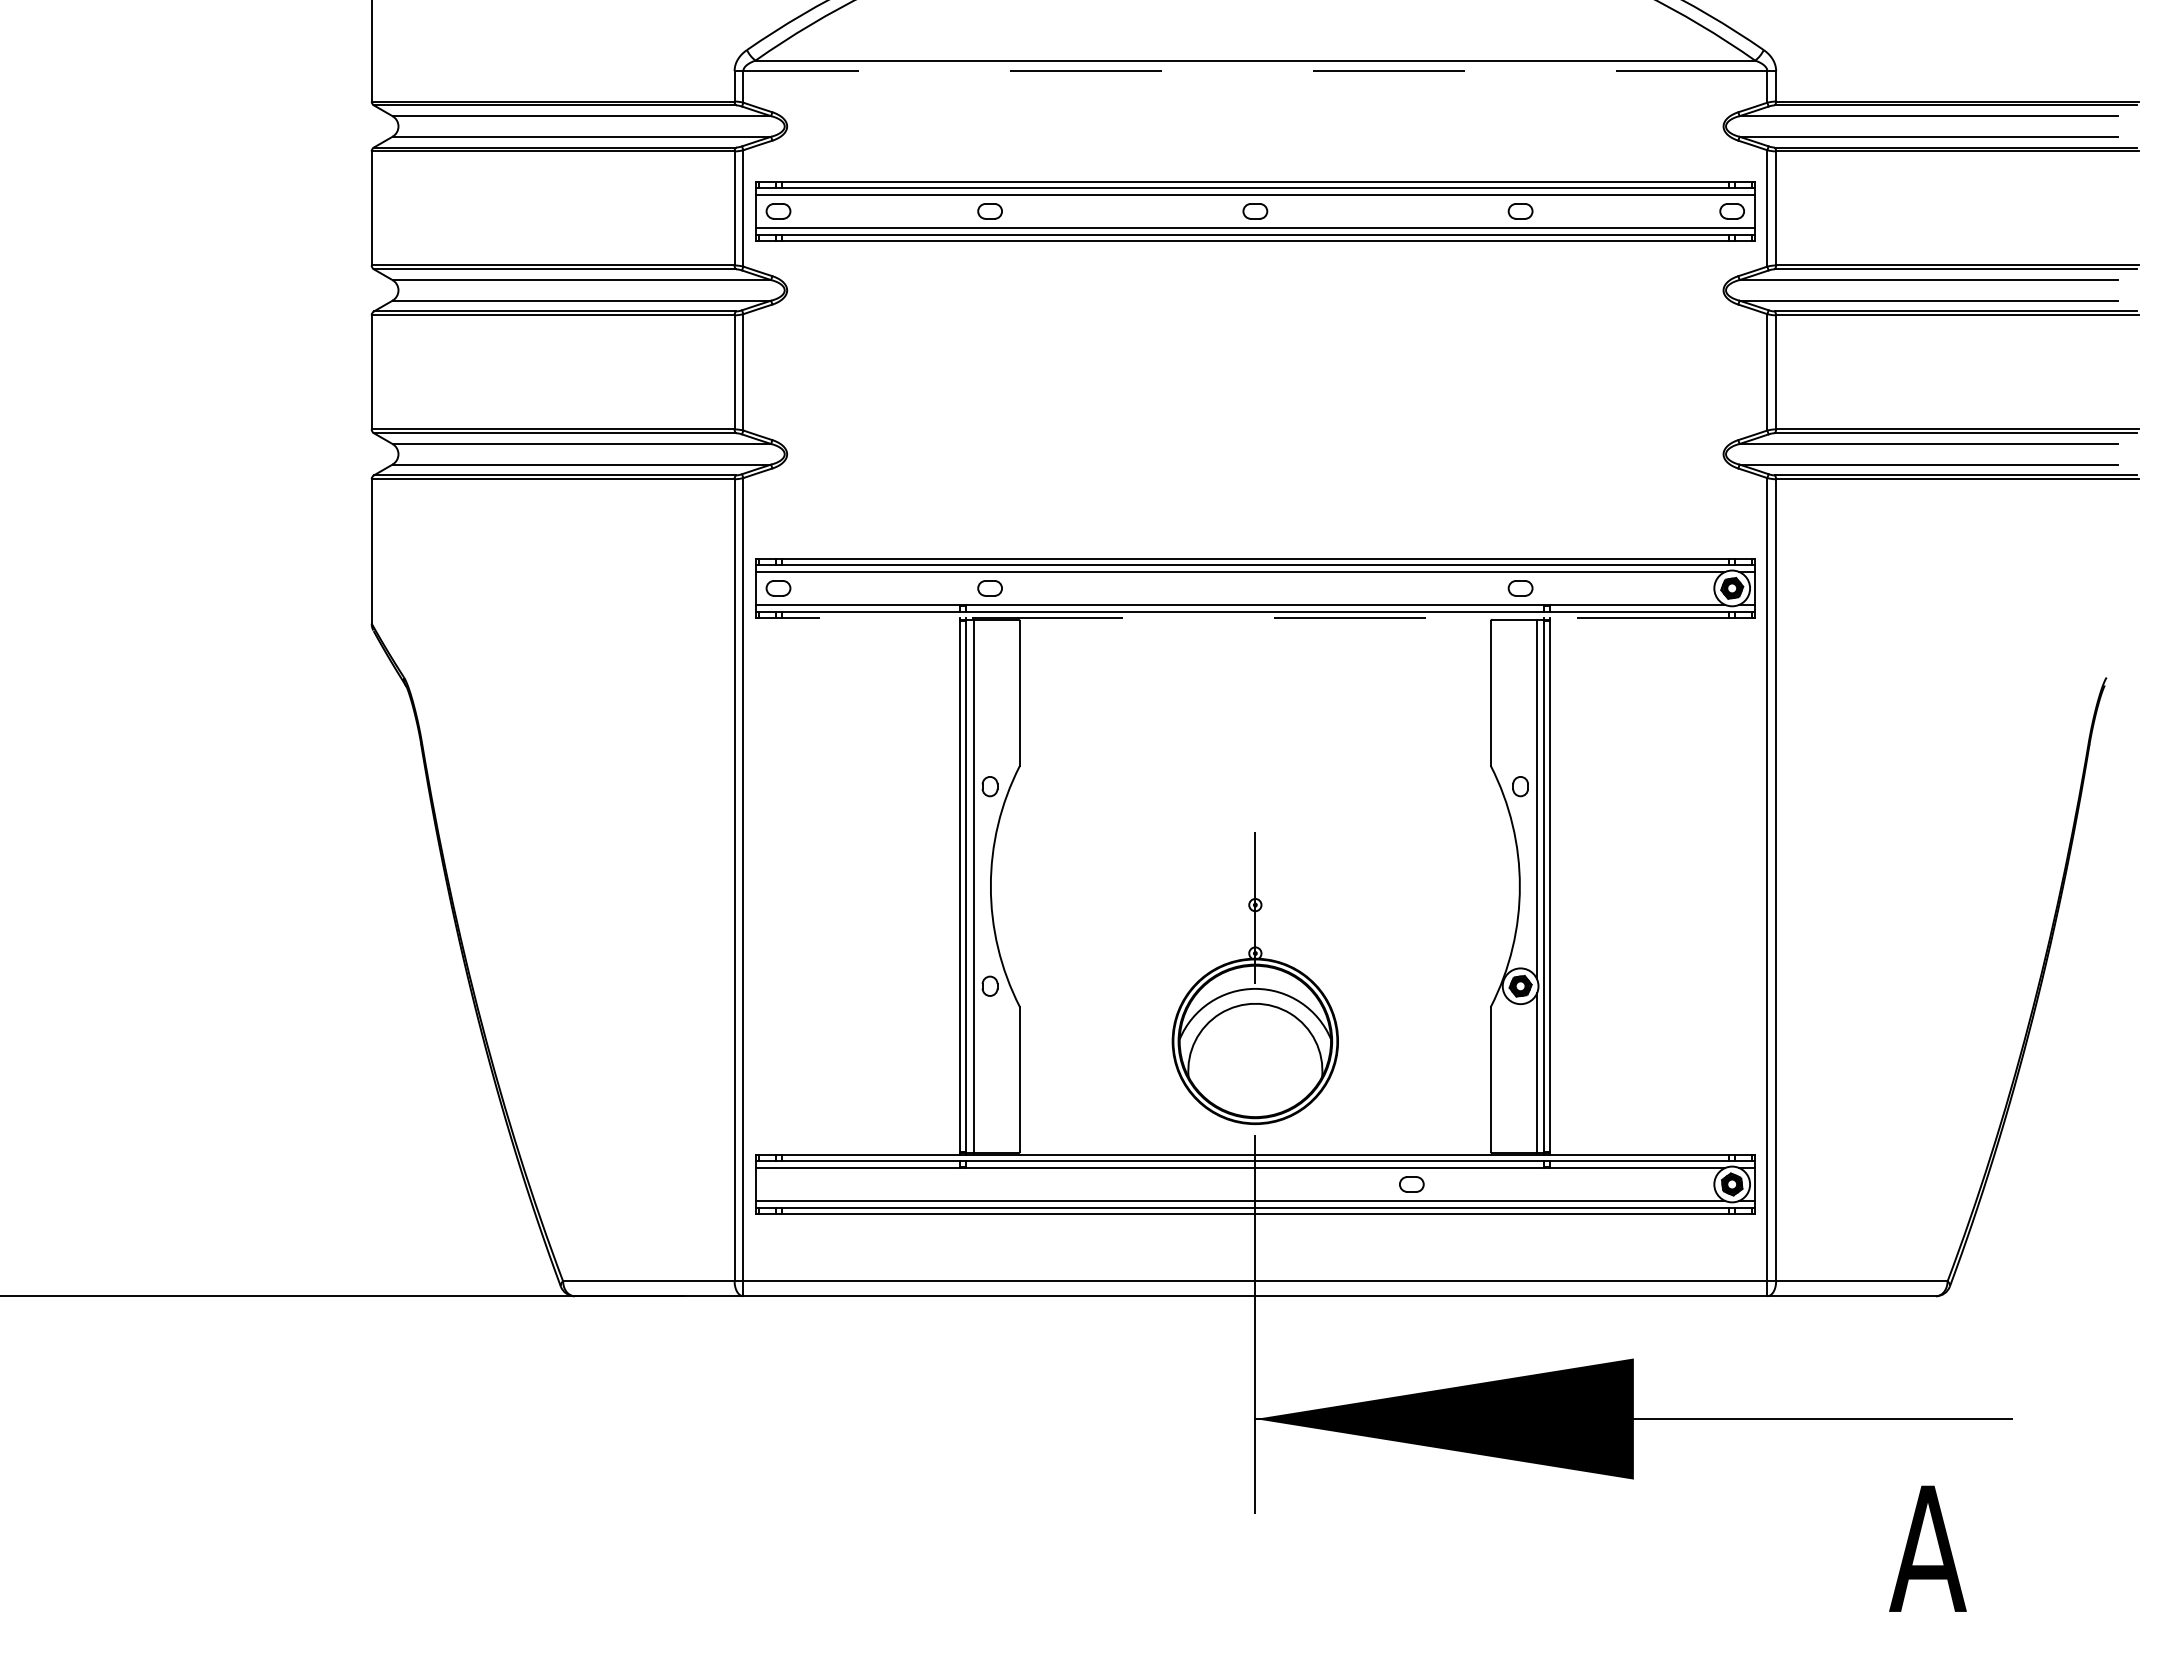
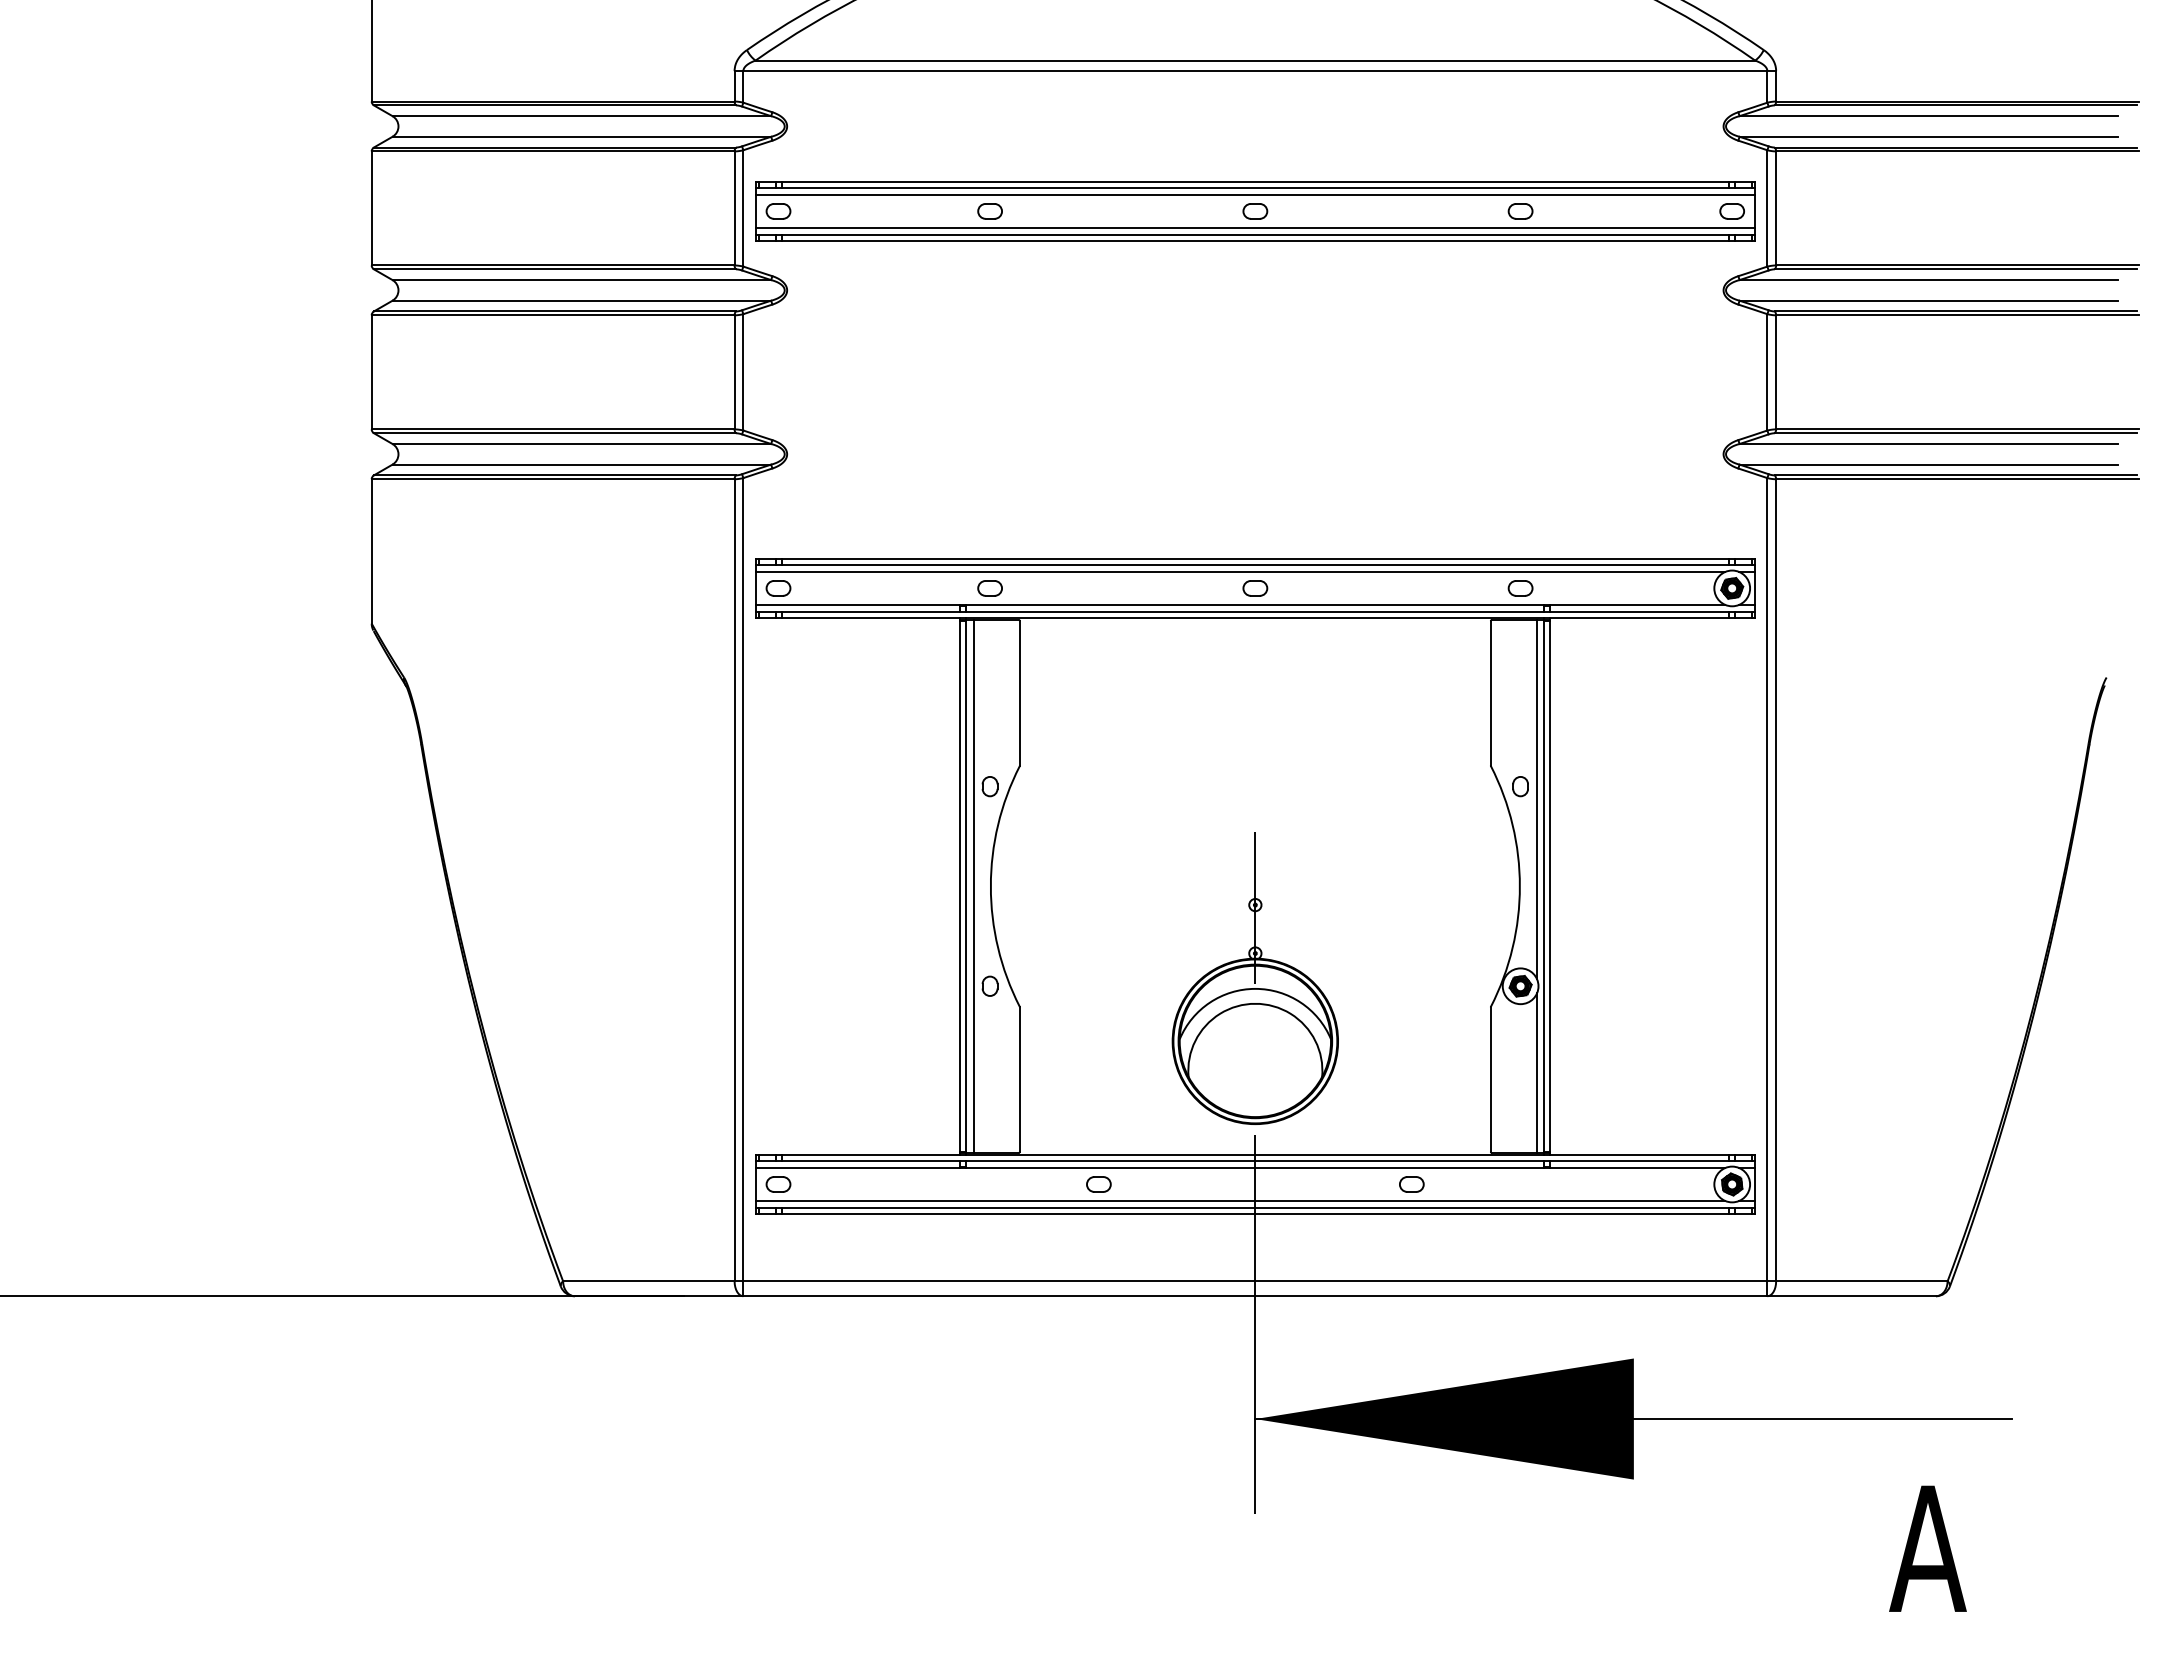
line at (1255, 71): dashed -> solid
part at (1255, 588): none -> present
line at (1254, 618): dashed -> solid
part at (778, 1184): none -> present
part at (1098, 1184): none -> present
